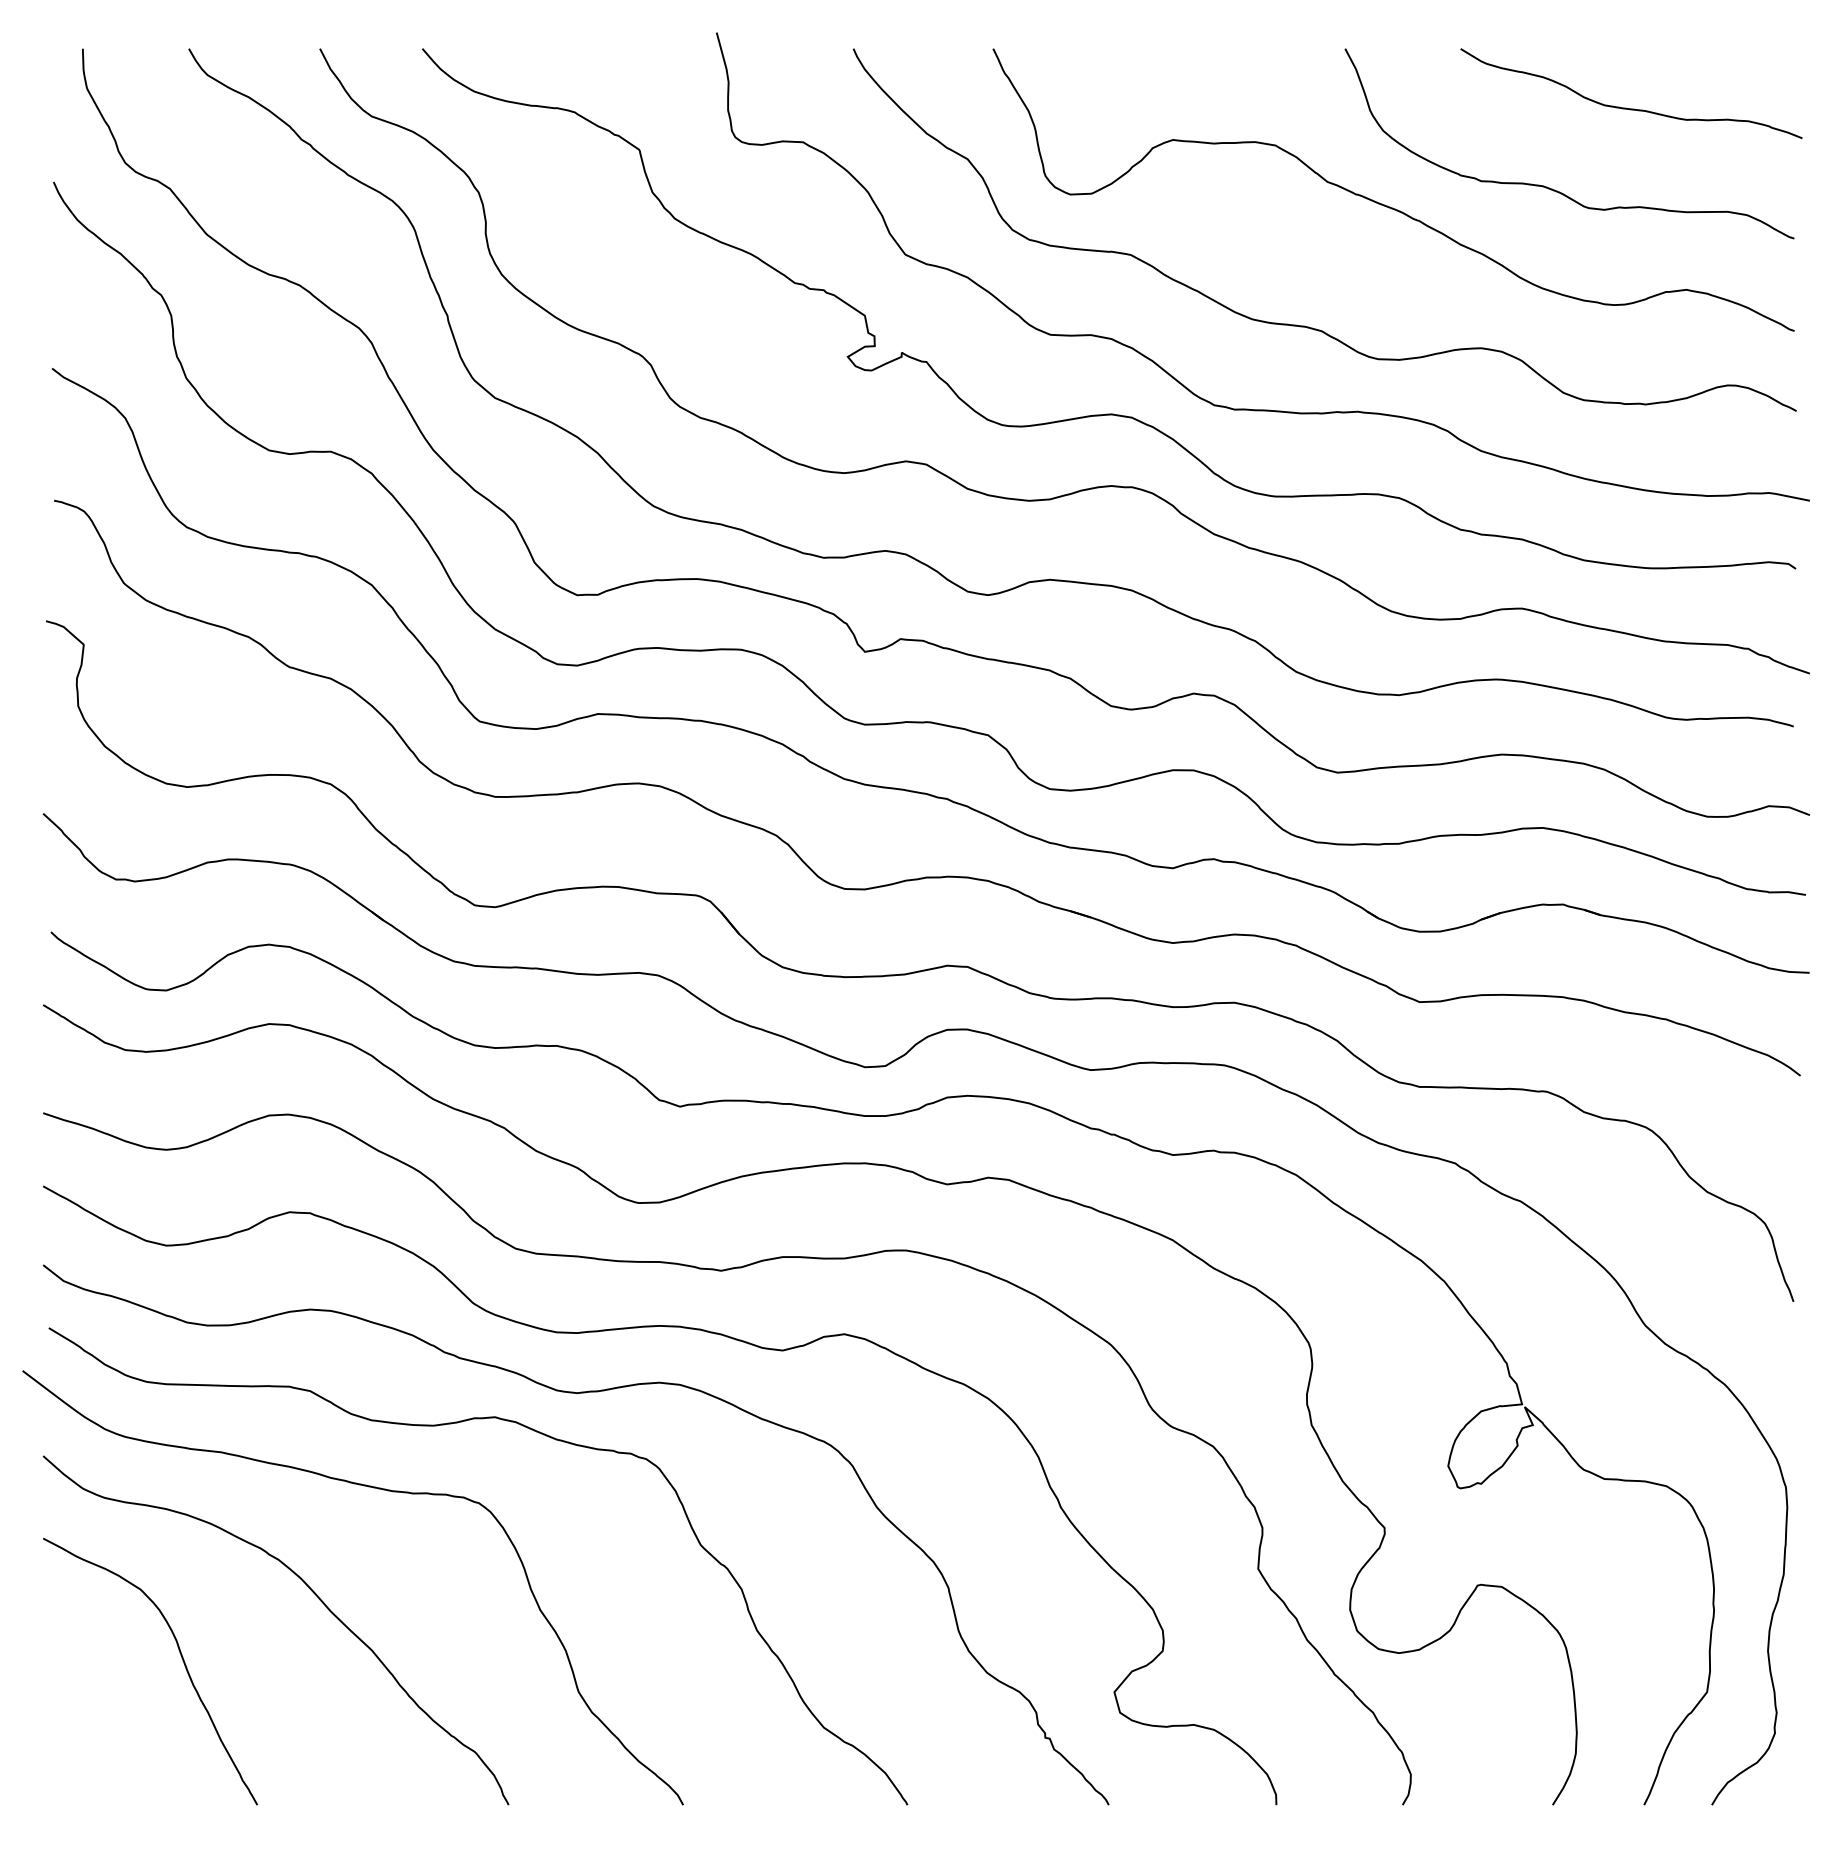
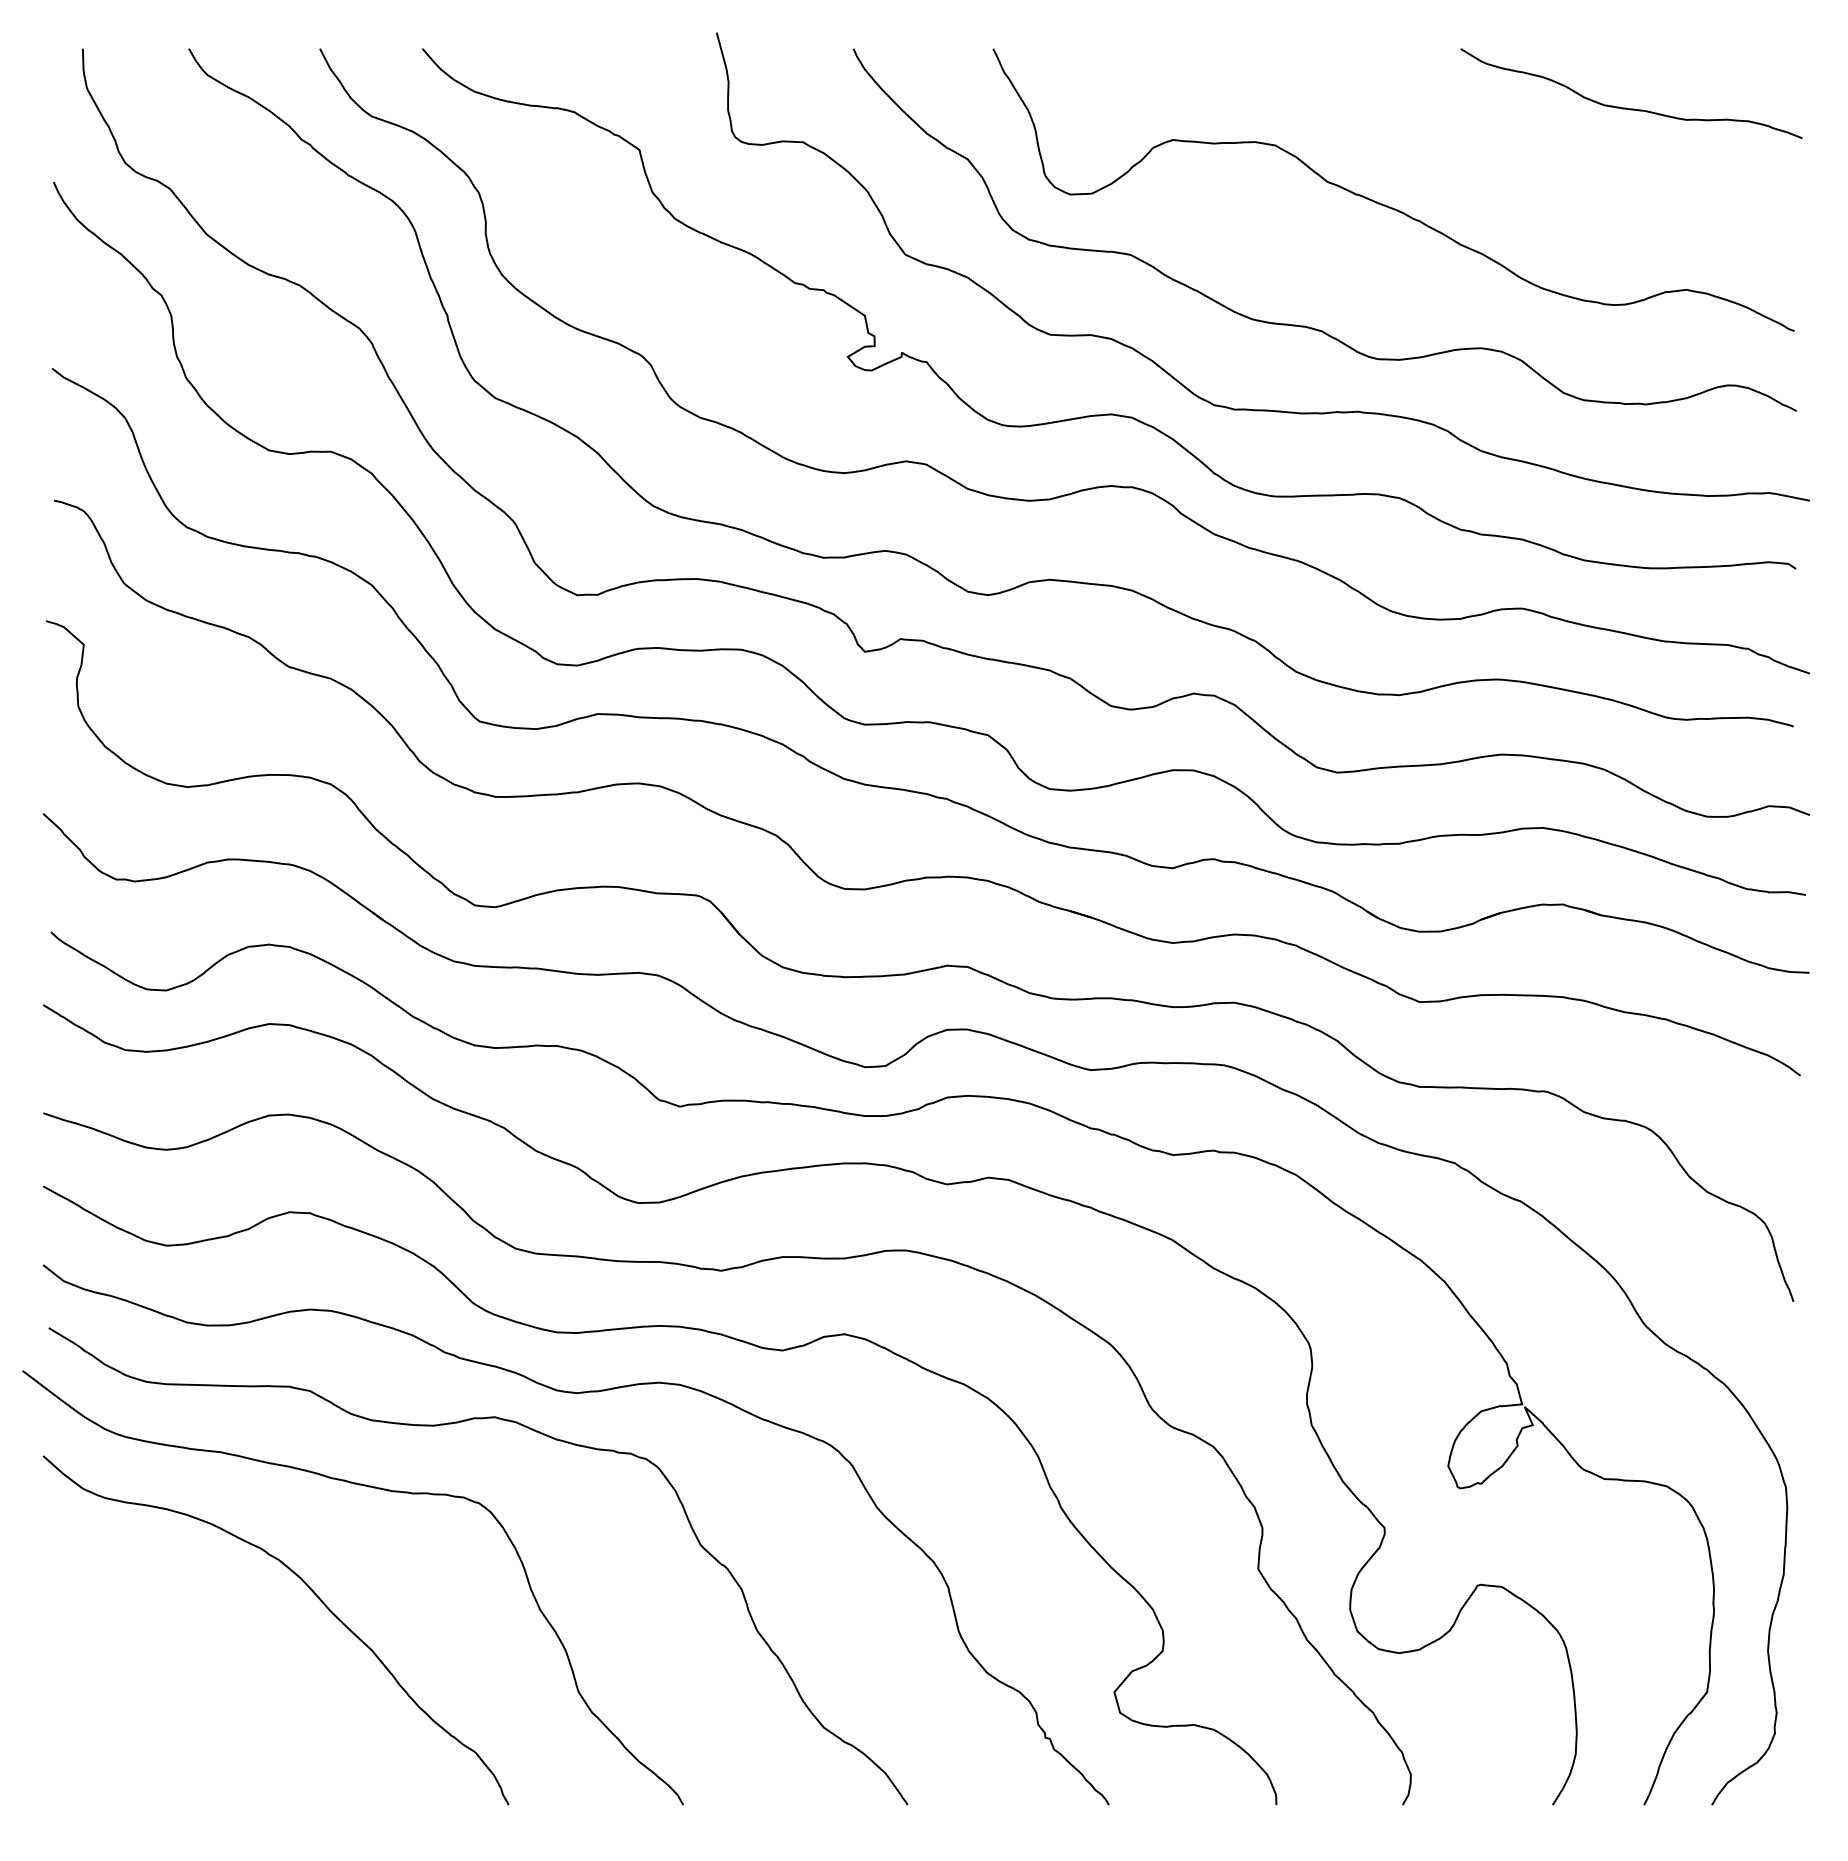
curve at (1552, 188): present -> none
curve at (181, 1658): present -> none
